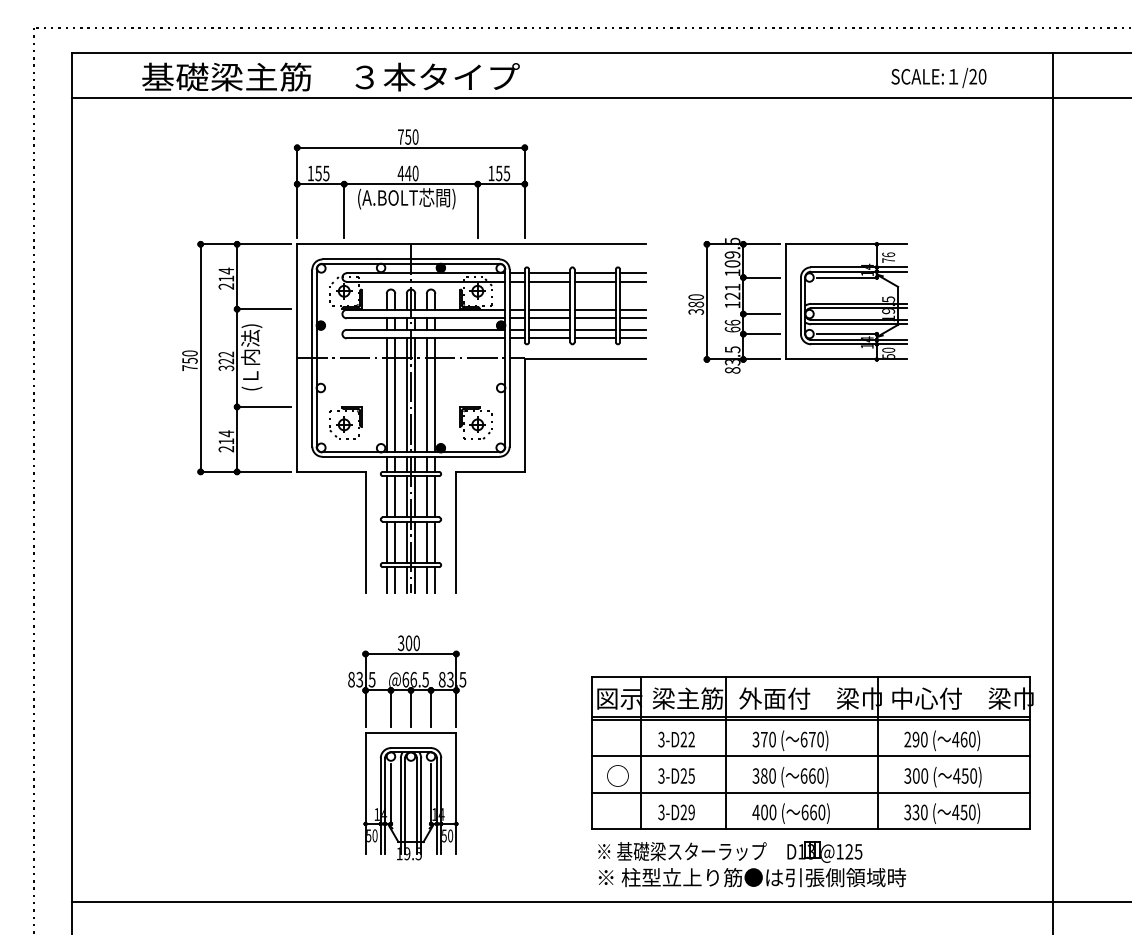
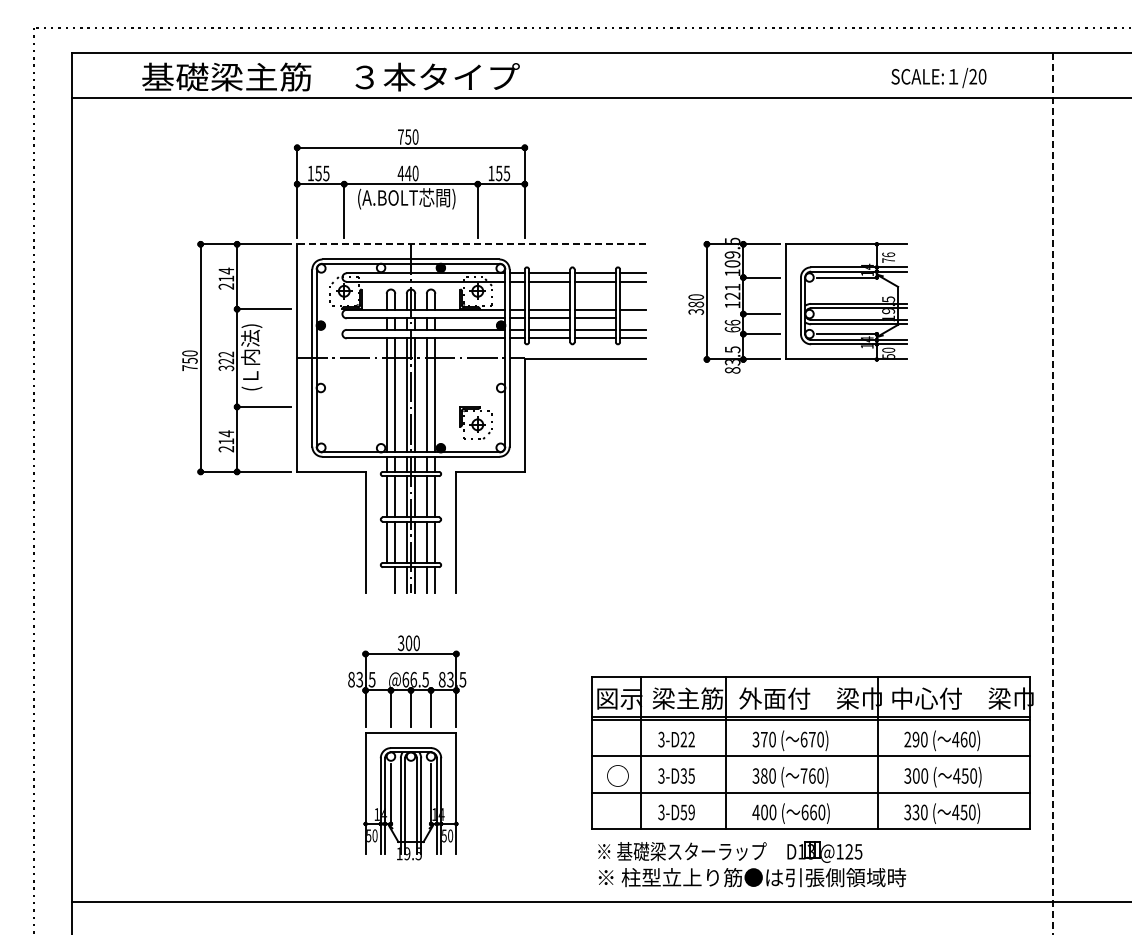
line at (471, 244): solid -> dashed
line at (633, 318): present -> none
part at (345, 422): present -> none
line at (1052, 493): solid -> dashed
line at (386, 580): present -> none
text at (803, 775): 660) -> 760)
text at (683, 776): 3-D25 -> 3-D35
text at (683, 812): 3-D29 -> 3-D59
